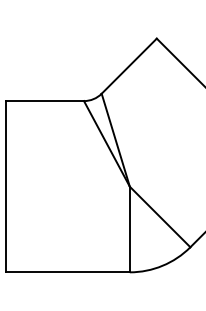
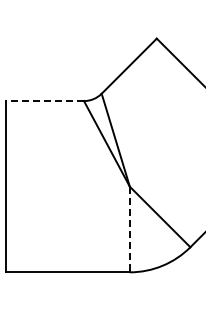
line at (45, 101): solid -> dashed
line at (129, 229): solid -> dashed
